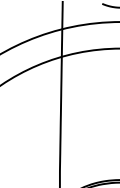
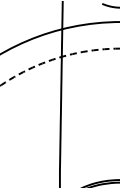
circle at (59, 66): solid -> dashed
